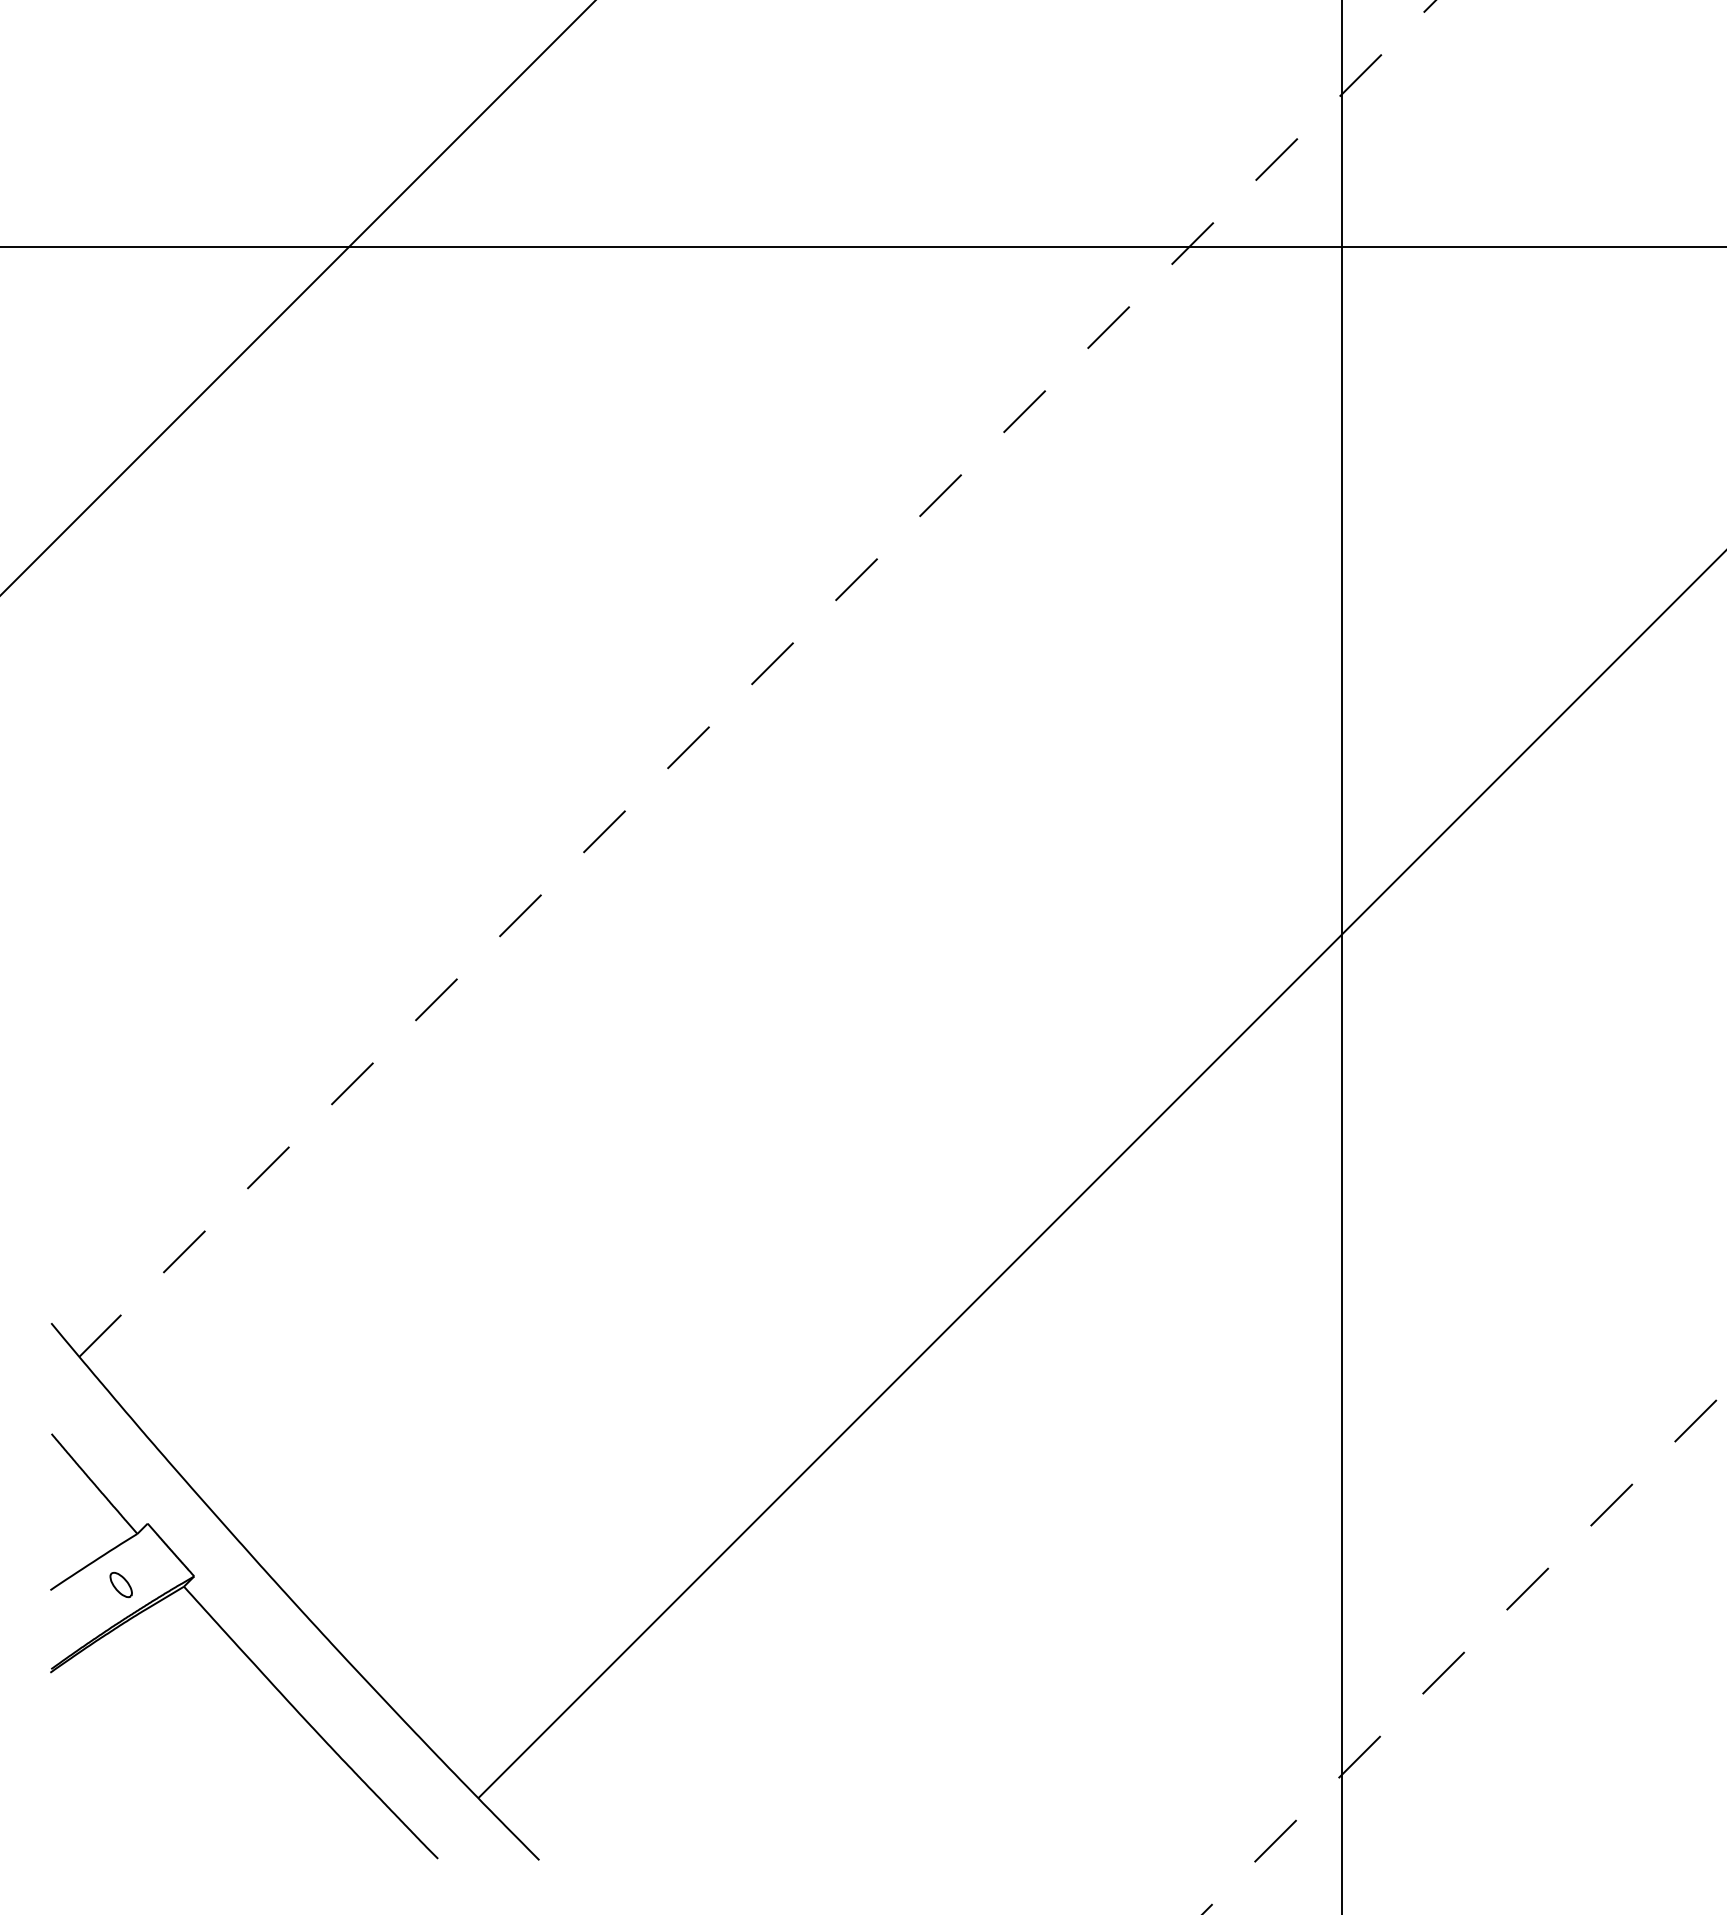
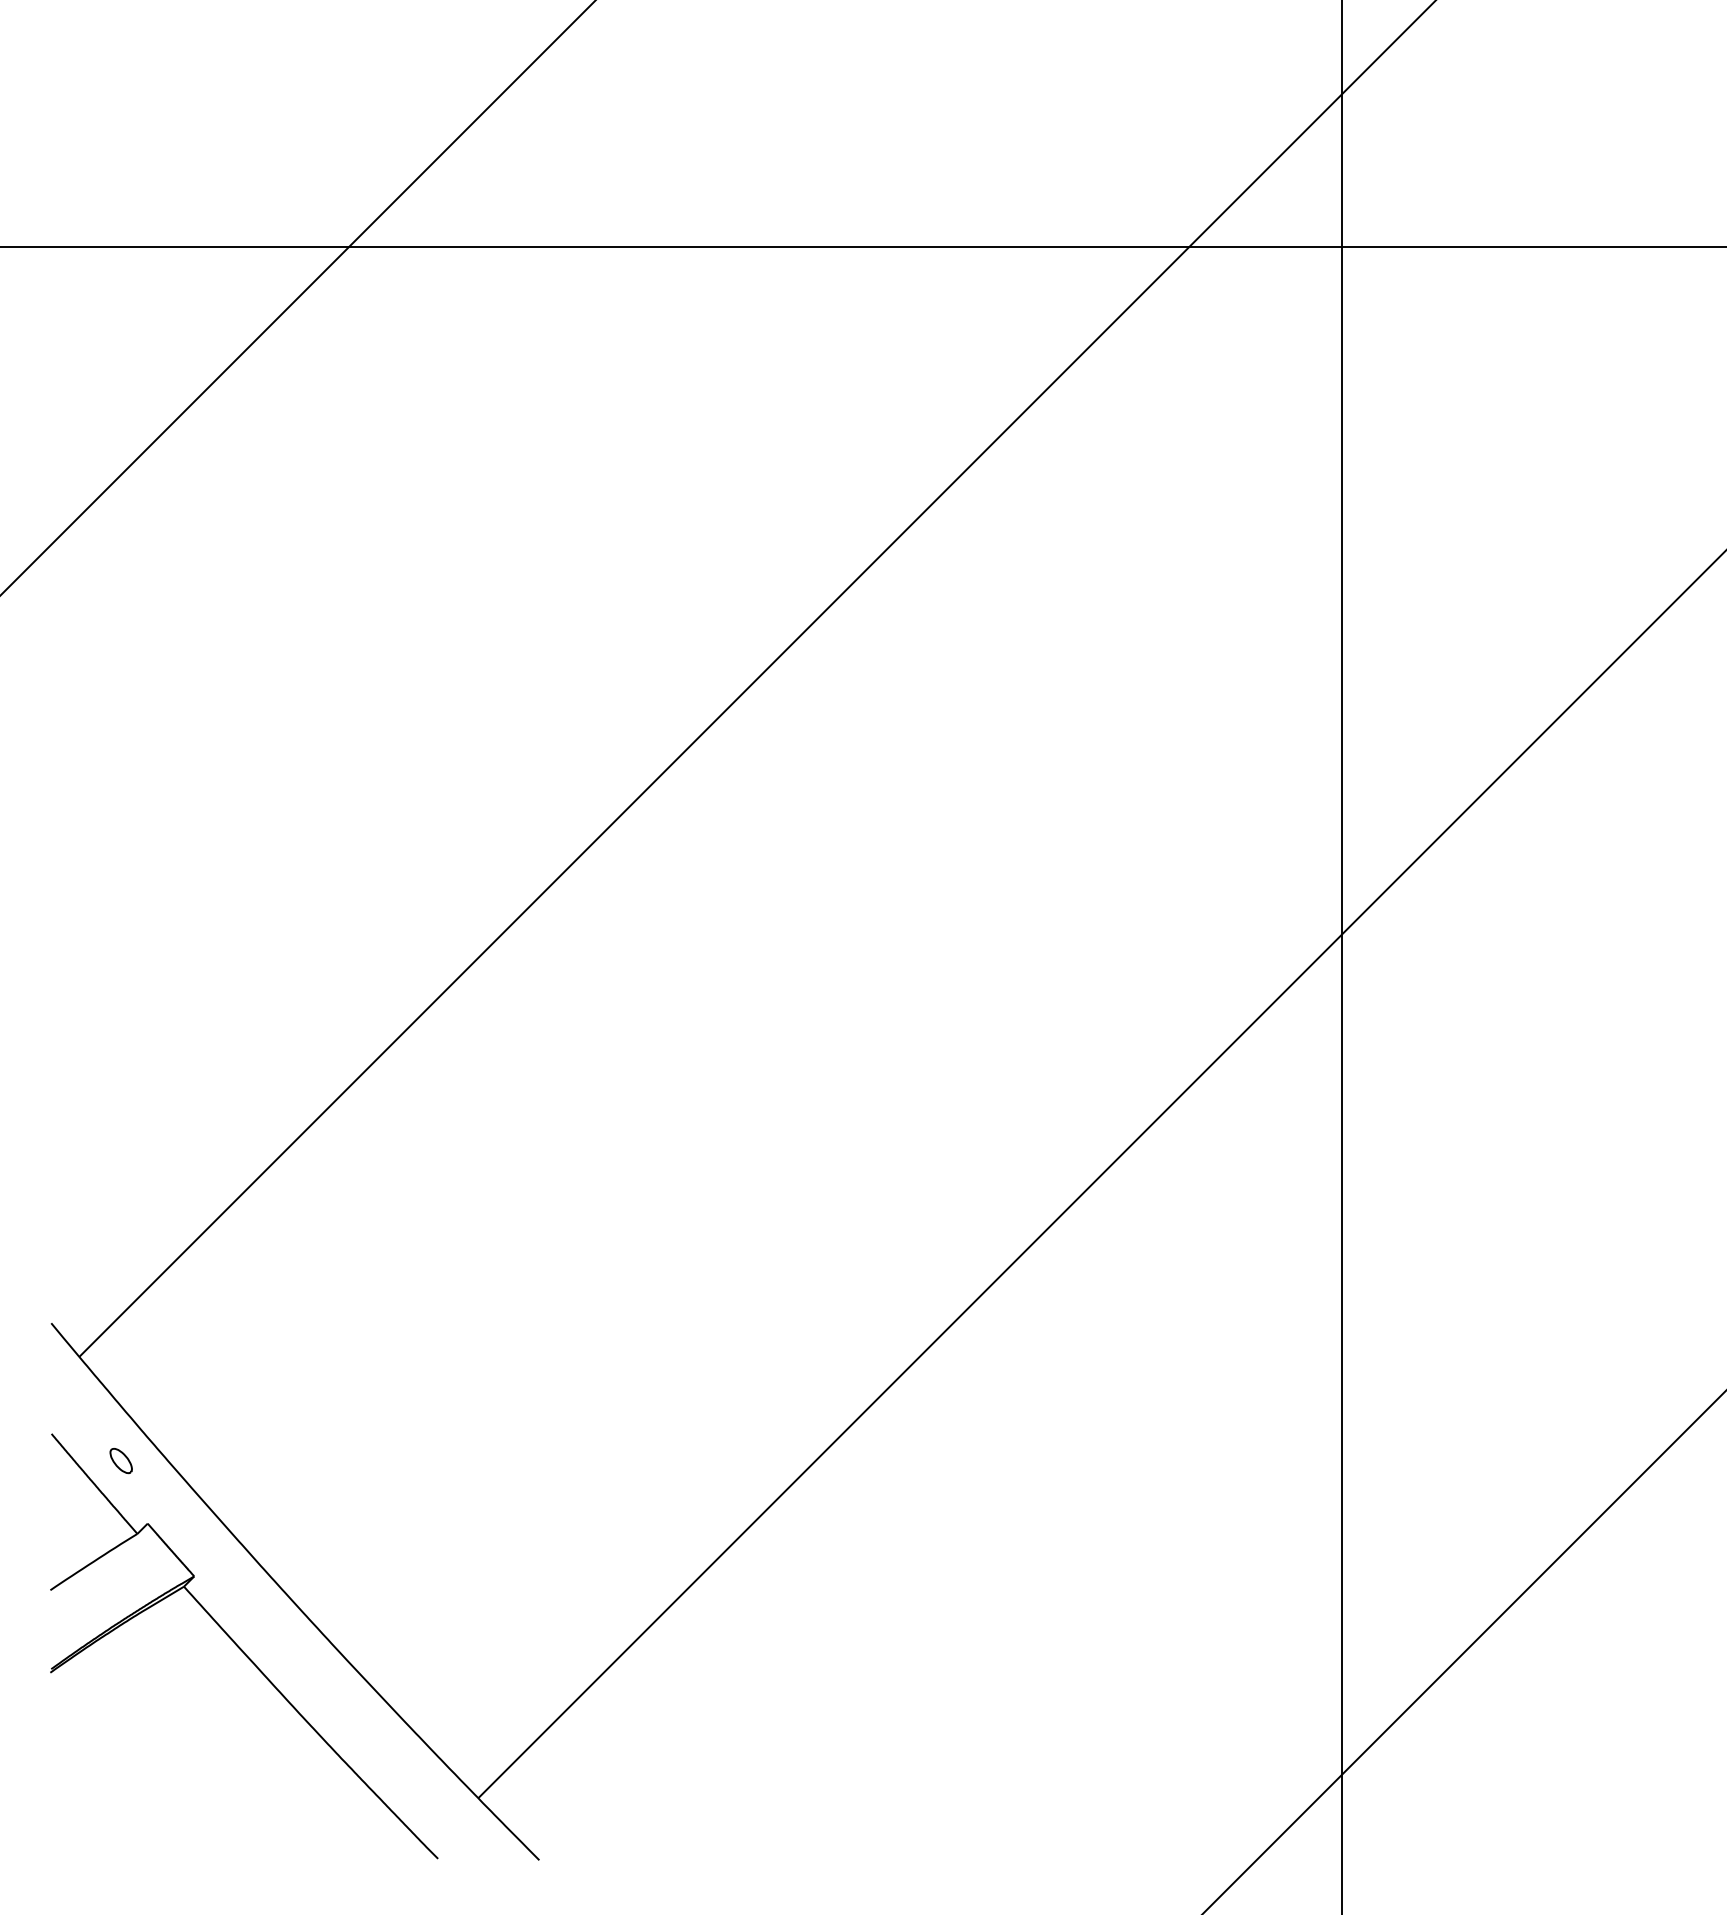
line at (757, 678): dashed -> solid
part at (120, 1585) position: (120, 1585) -> (120, 1461)
line at (1464, 1652): dashed -> solid
